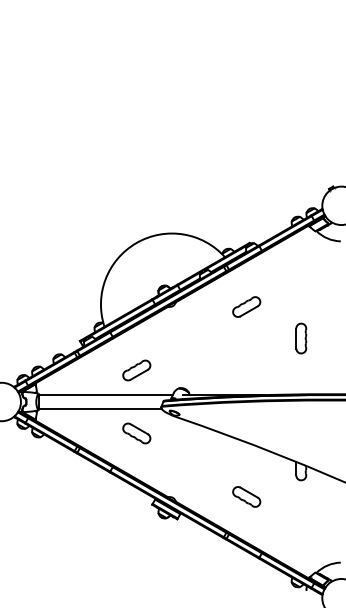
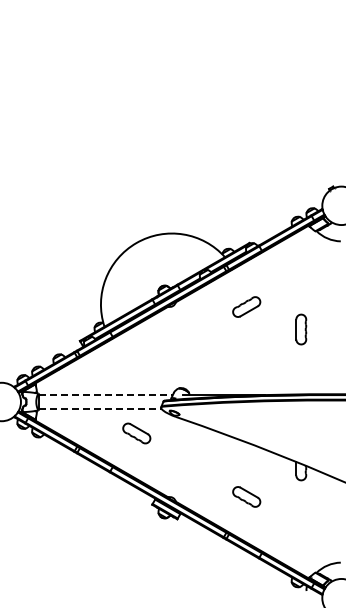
part at (301, 338) position: (301, 338) -> (301, 329)
part at (136, 370): present -> none
line at (106, 395): solid -> dashed
line at (101, 408): solid -> dashed
